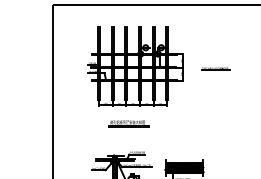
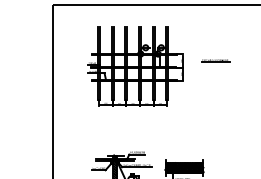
line at (215, 68) position: (215, 68) -> (215, 60)
part at (128, 123): present -> none
